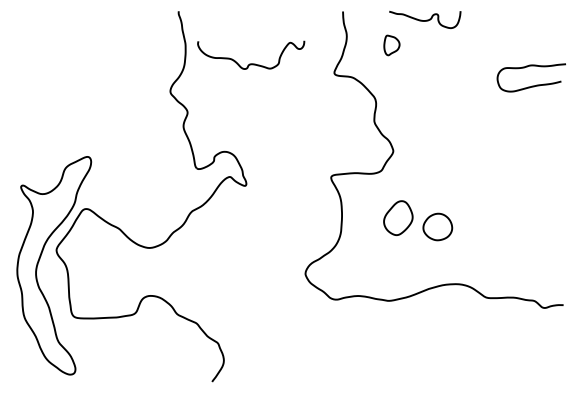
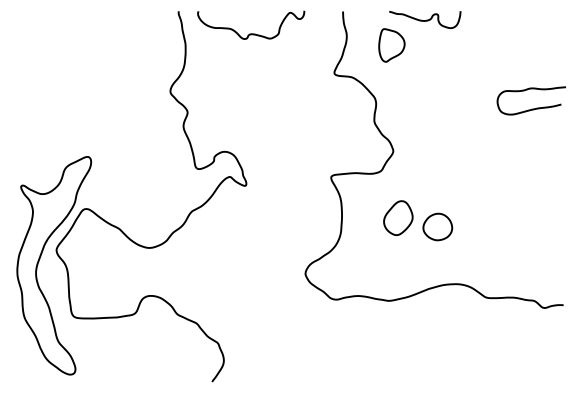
part at (391, 45) size: 18x23 px -> 28x35 px
curve at (251, 63) position: (251, 63) -> (251, 33)
curve at (532, 85) position: (532, 85) -> (532, 108)
